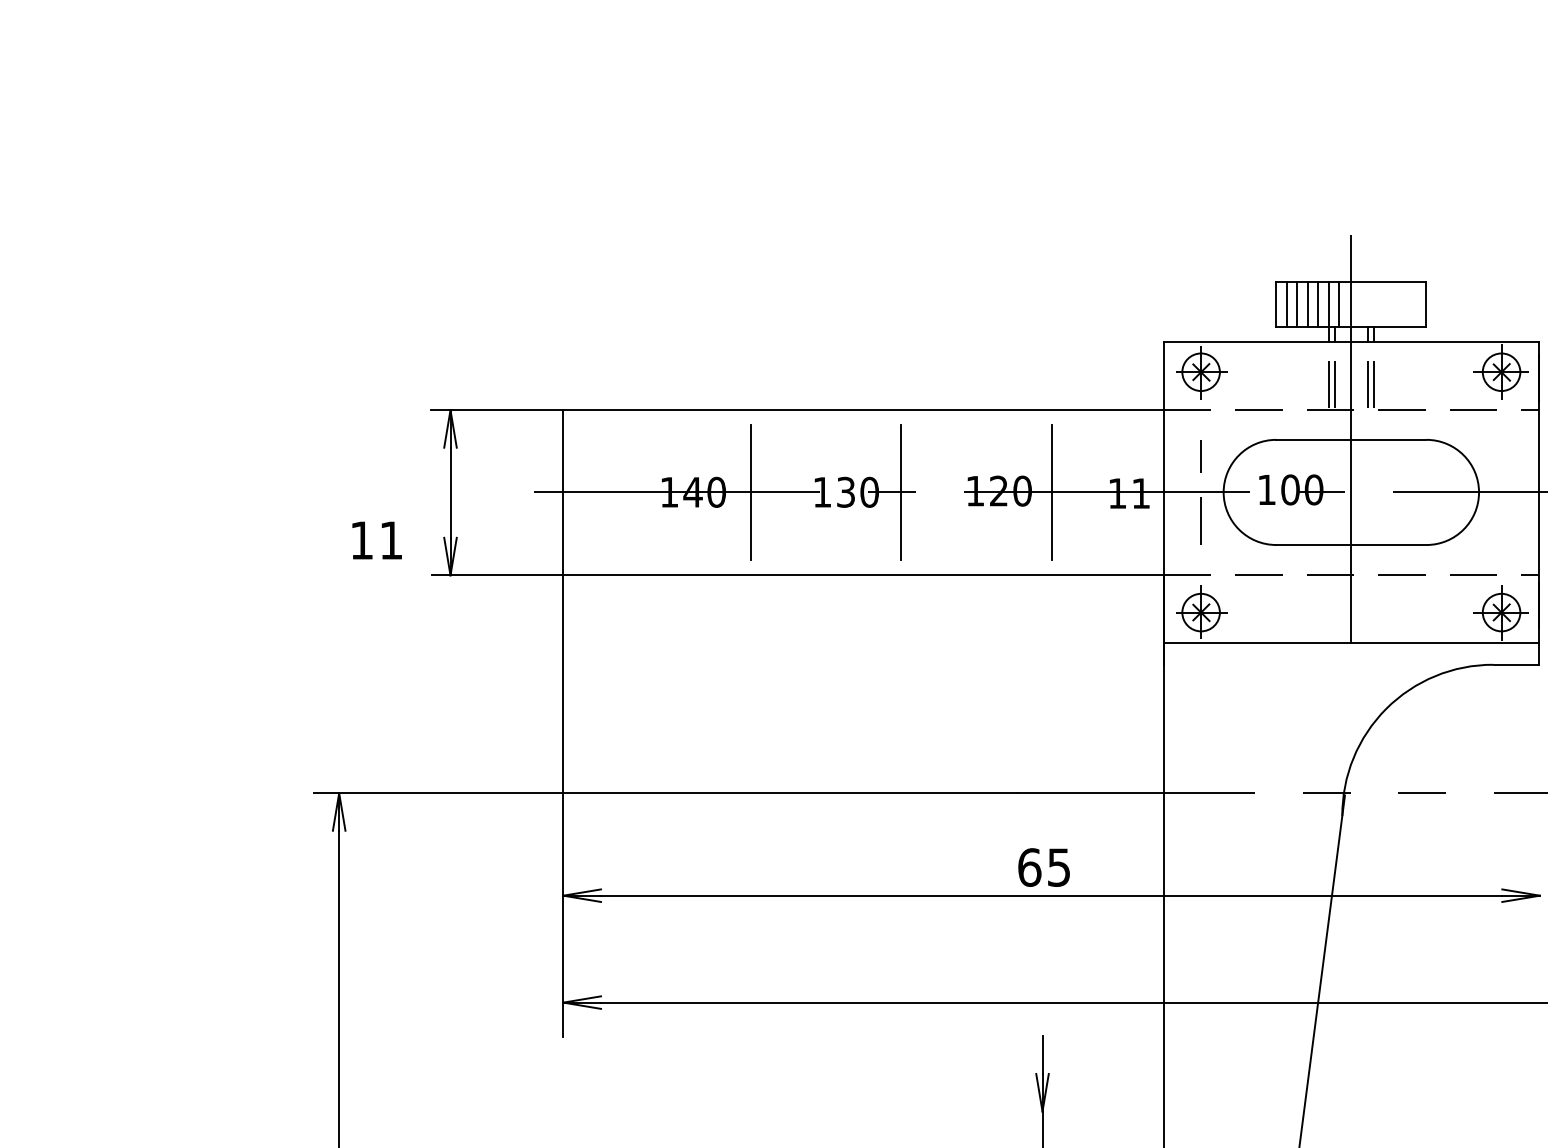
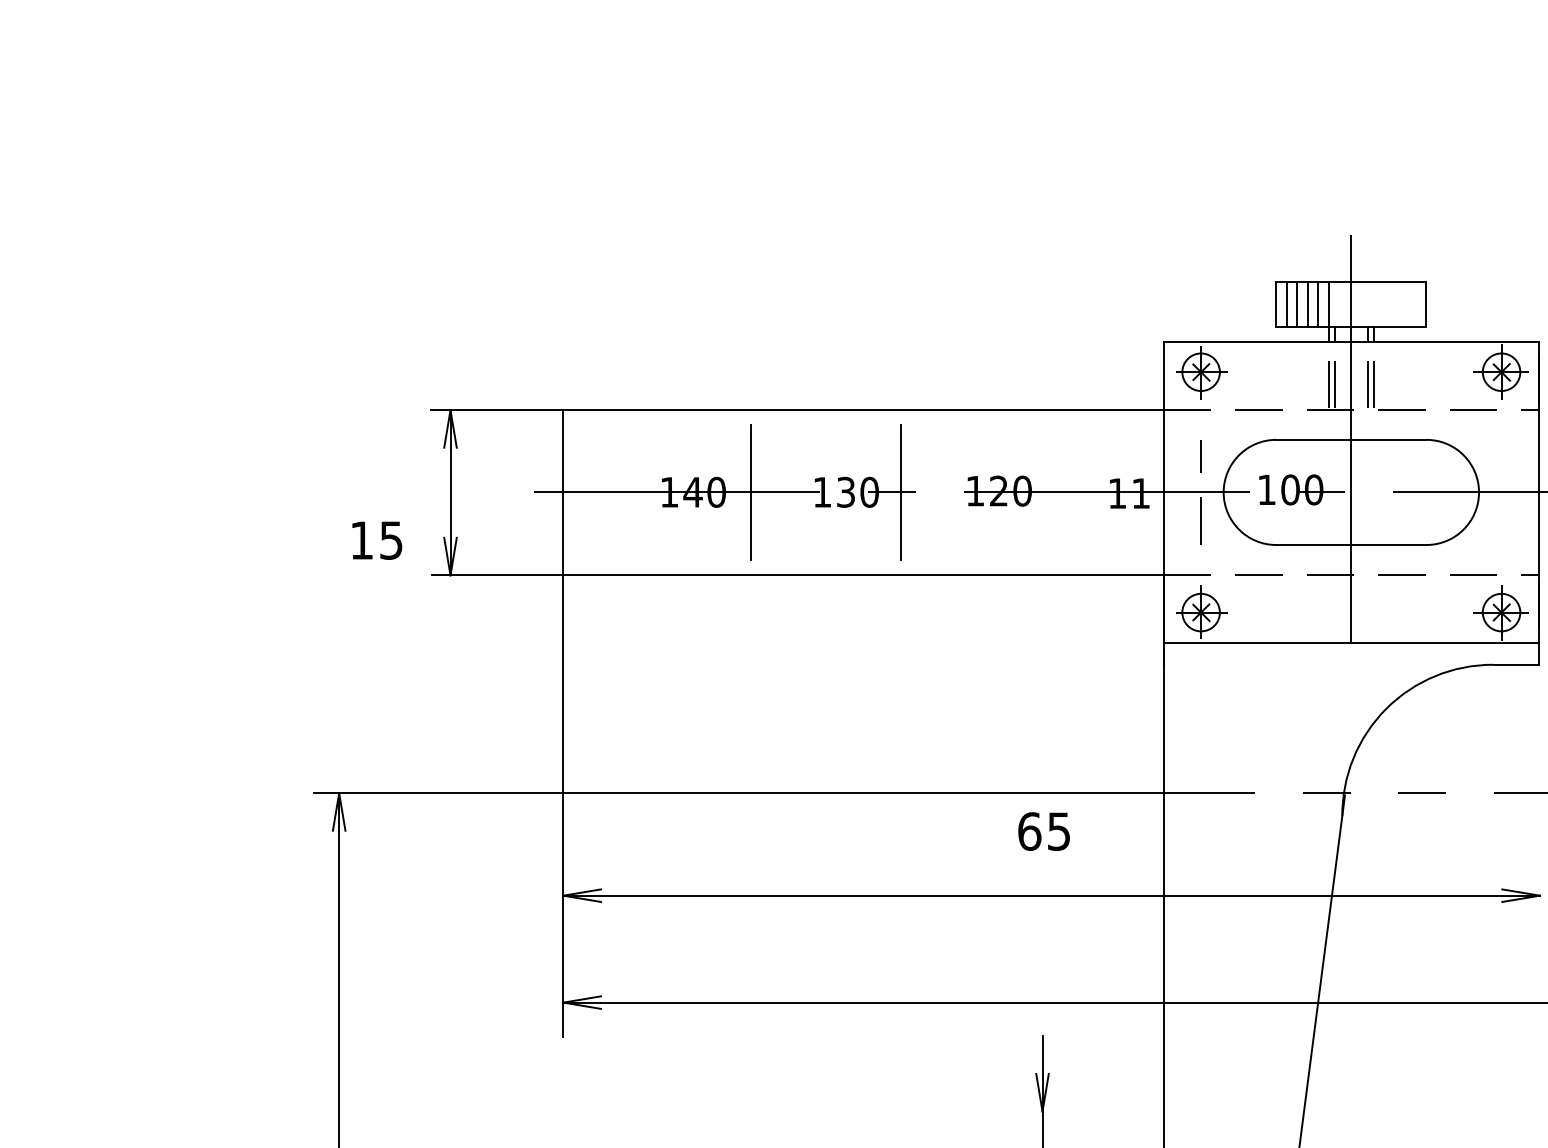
line at (1339, 304): present -> none
line at (1051, 492): present -> none
text at (391, 540): 11 -> 15
text at (1043, 867) position: (1043, 867) -> (1043, 831)
